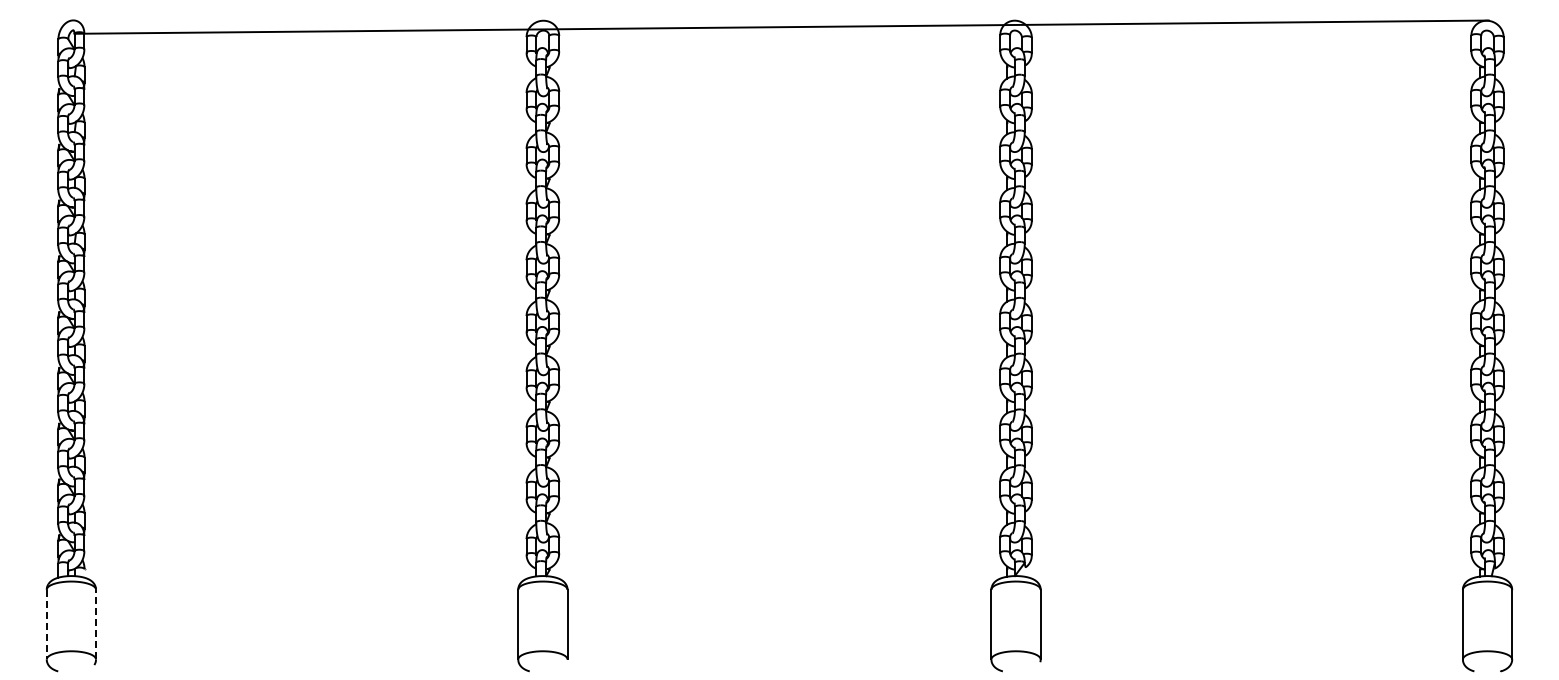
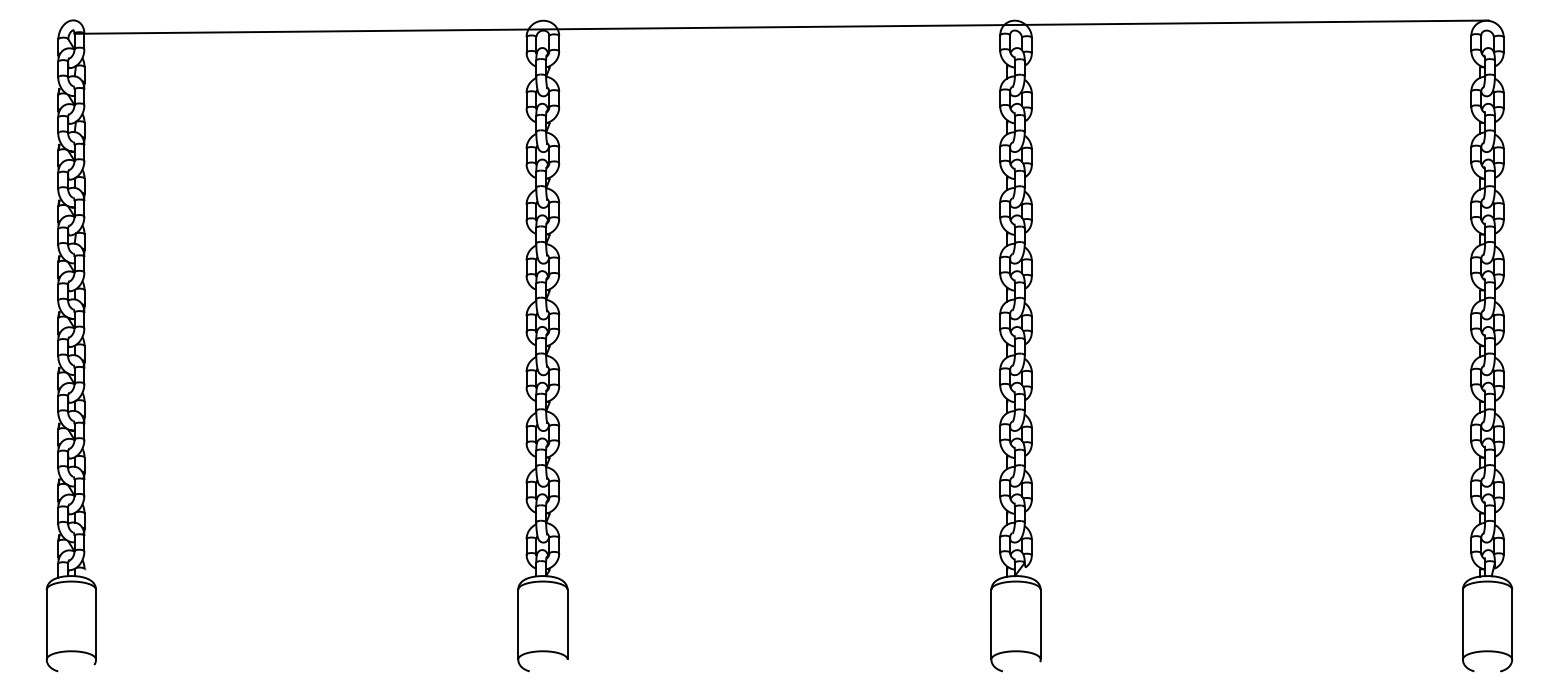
line at (46, 624): dashed -> solid
line at (96, 624): dashed -> solid
